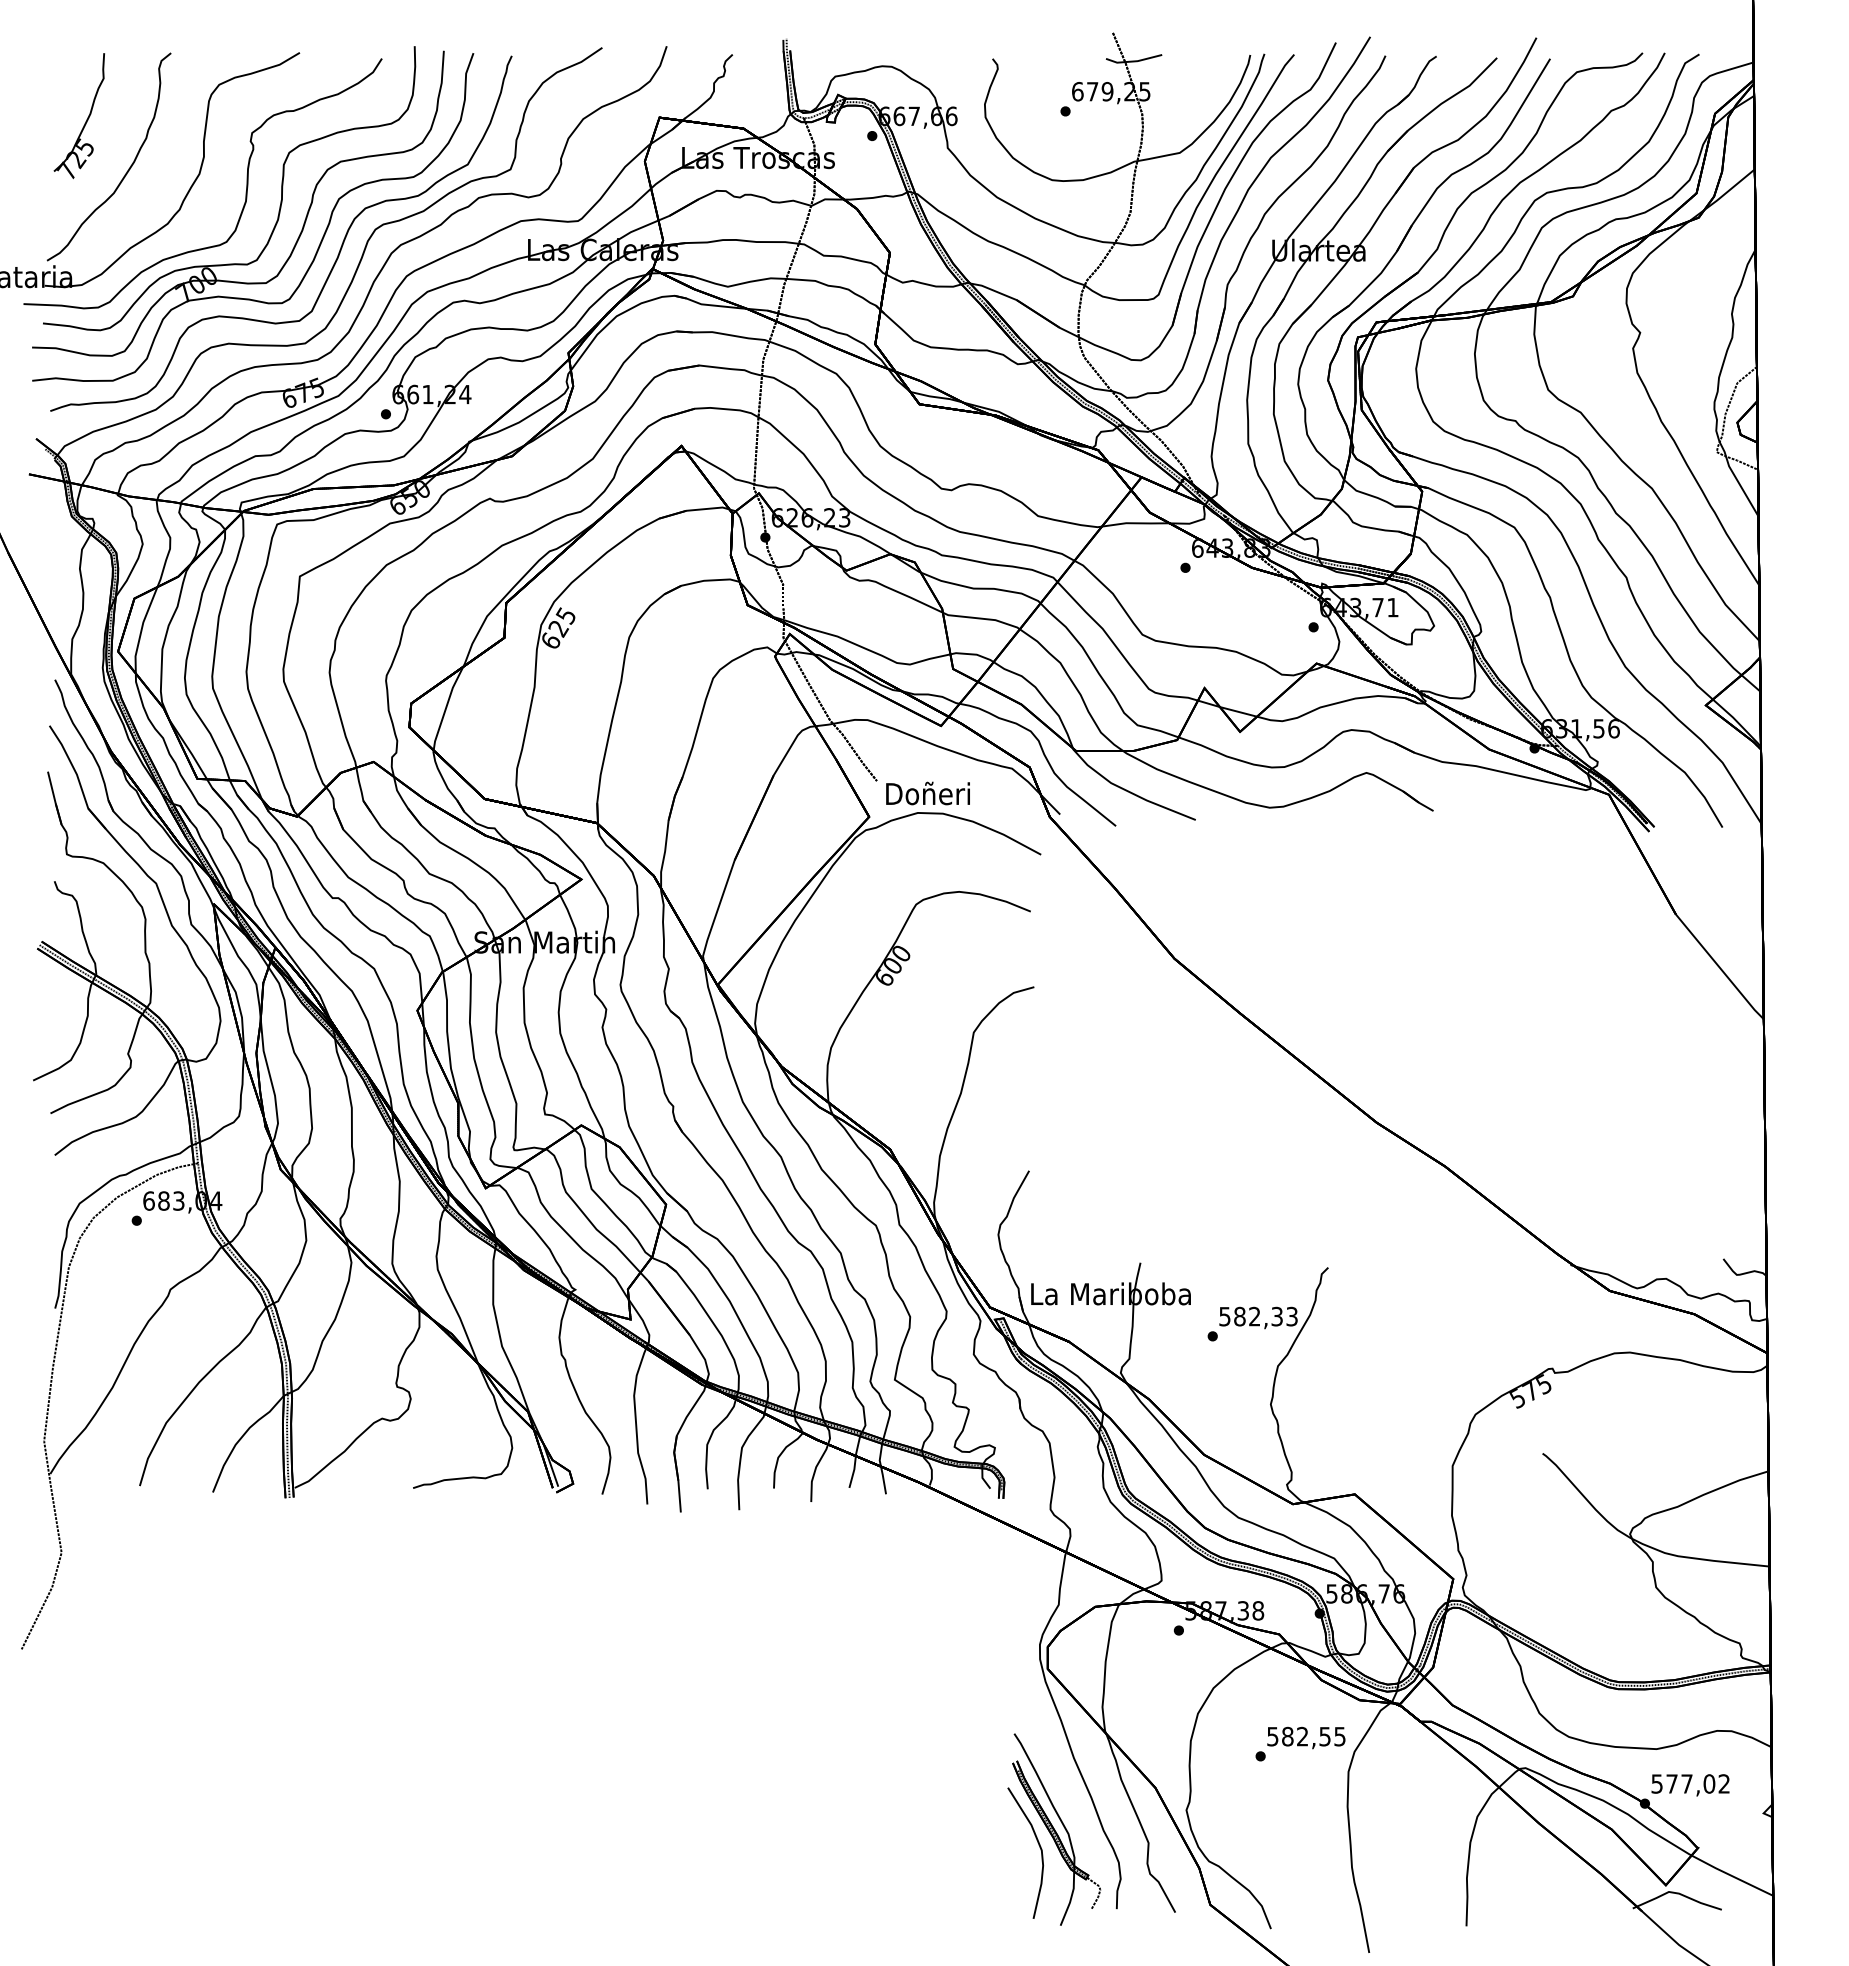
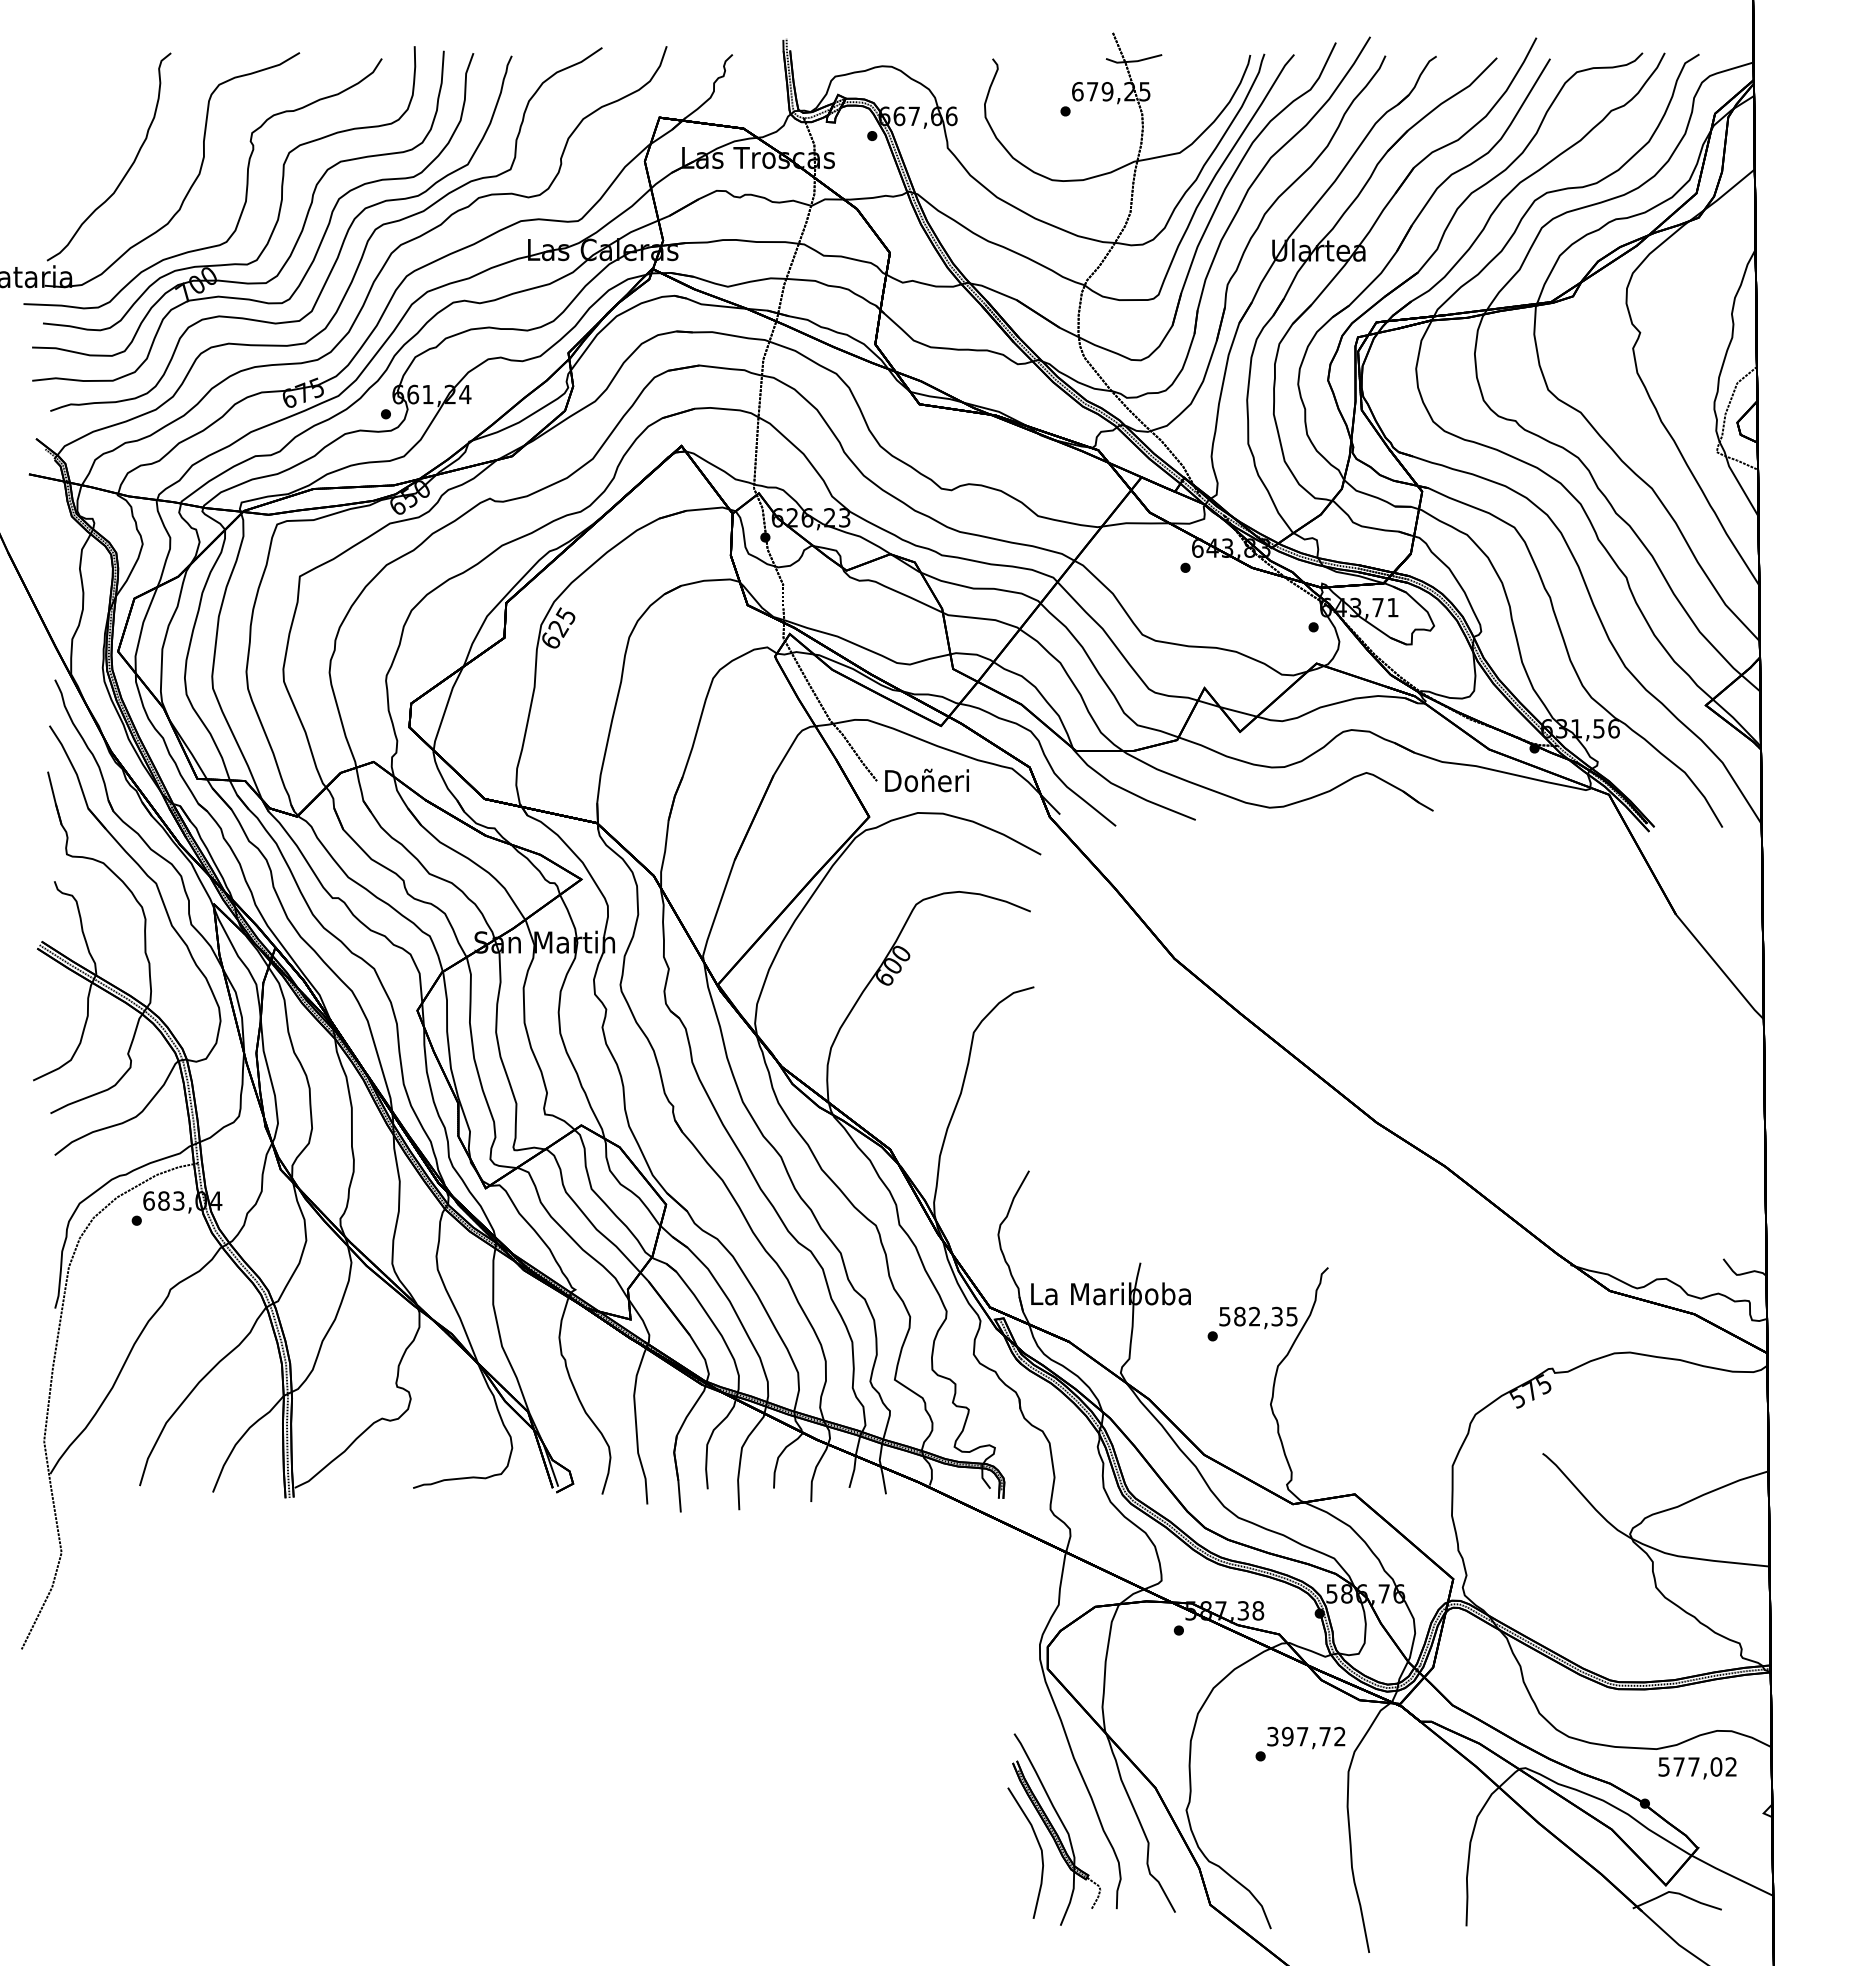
part at (86, 119): present -> none
text at (927, 793) position: (927, 793) -> (926, 780)
text at (1292, 1315): 582,33 -> 582,35
text at (1306, 1736): 582,55 -> 397,72
text at (1690, 1785) position: (1690, 1785) -> (1697, 1768)
